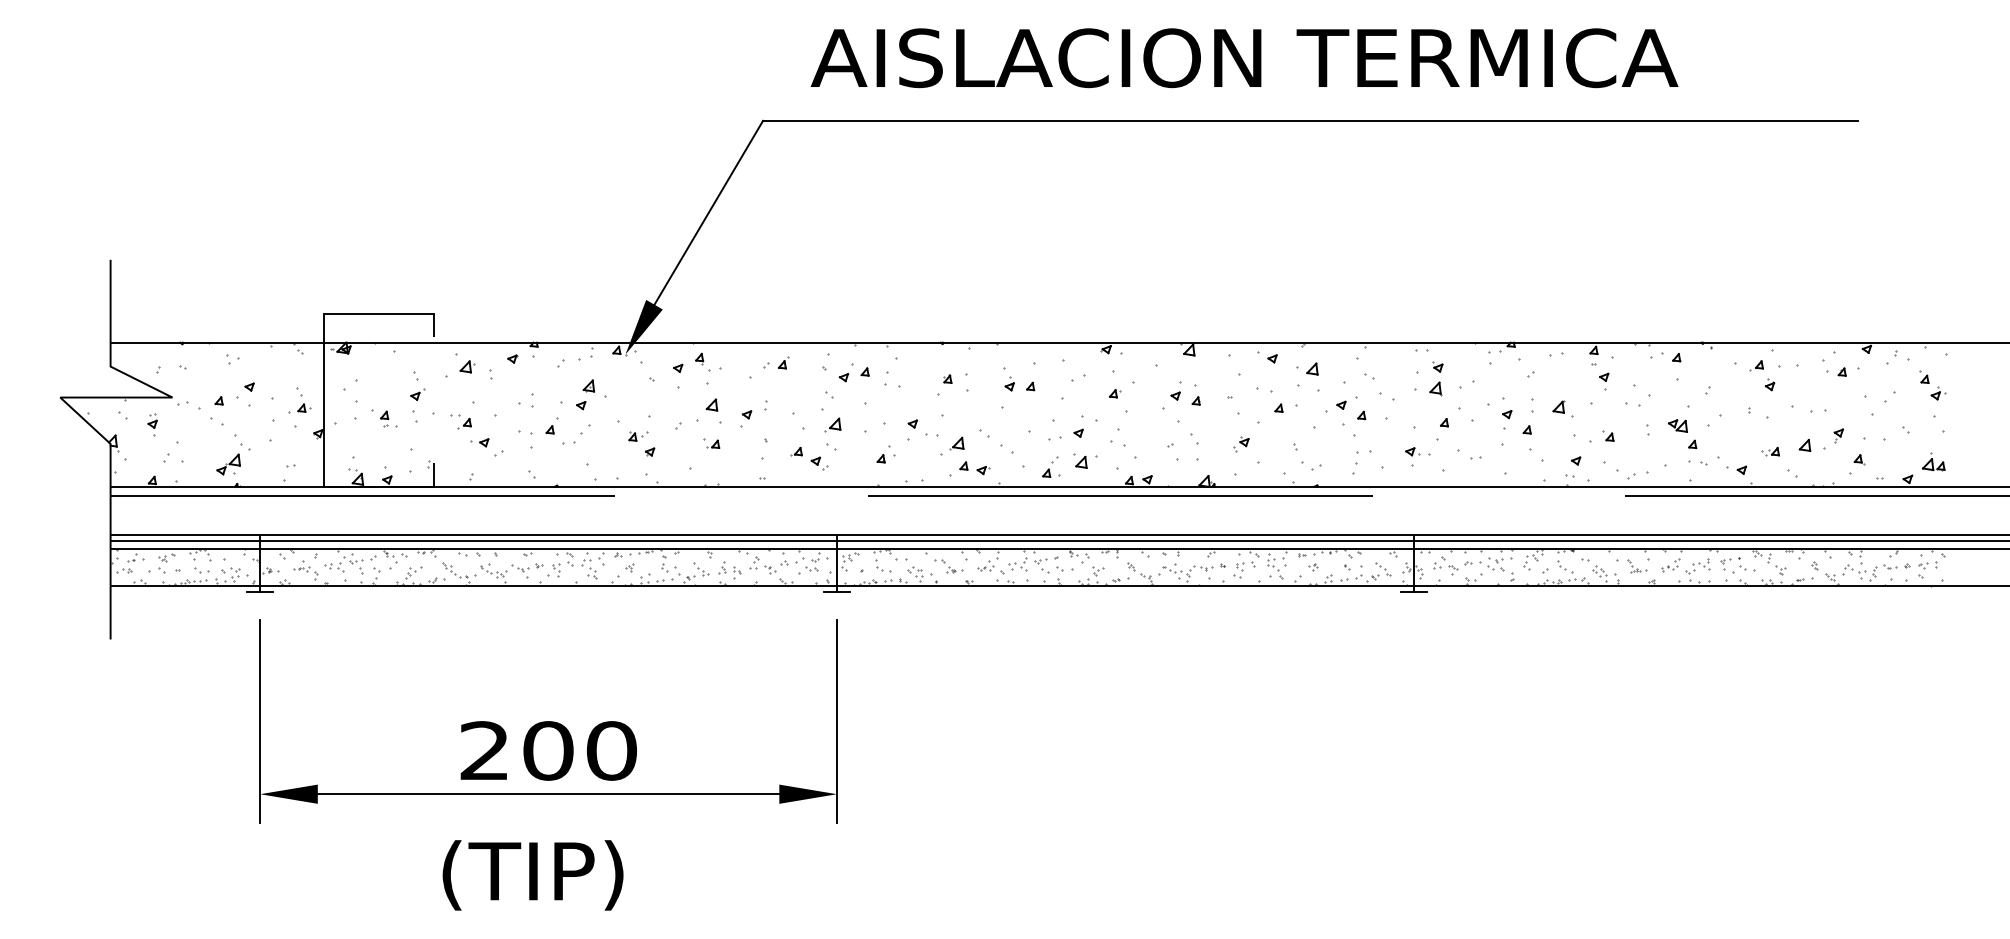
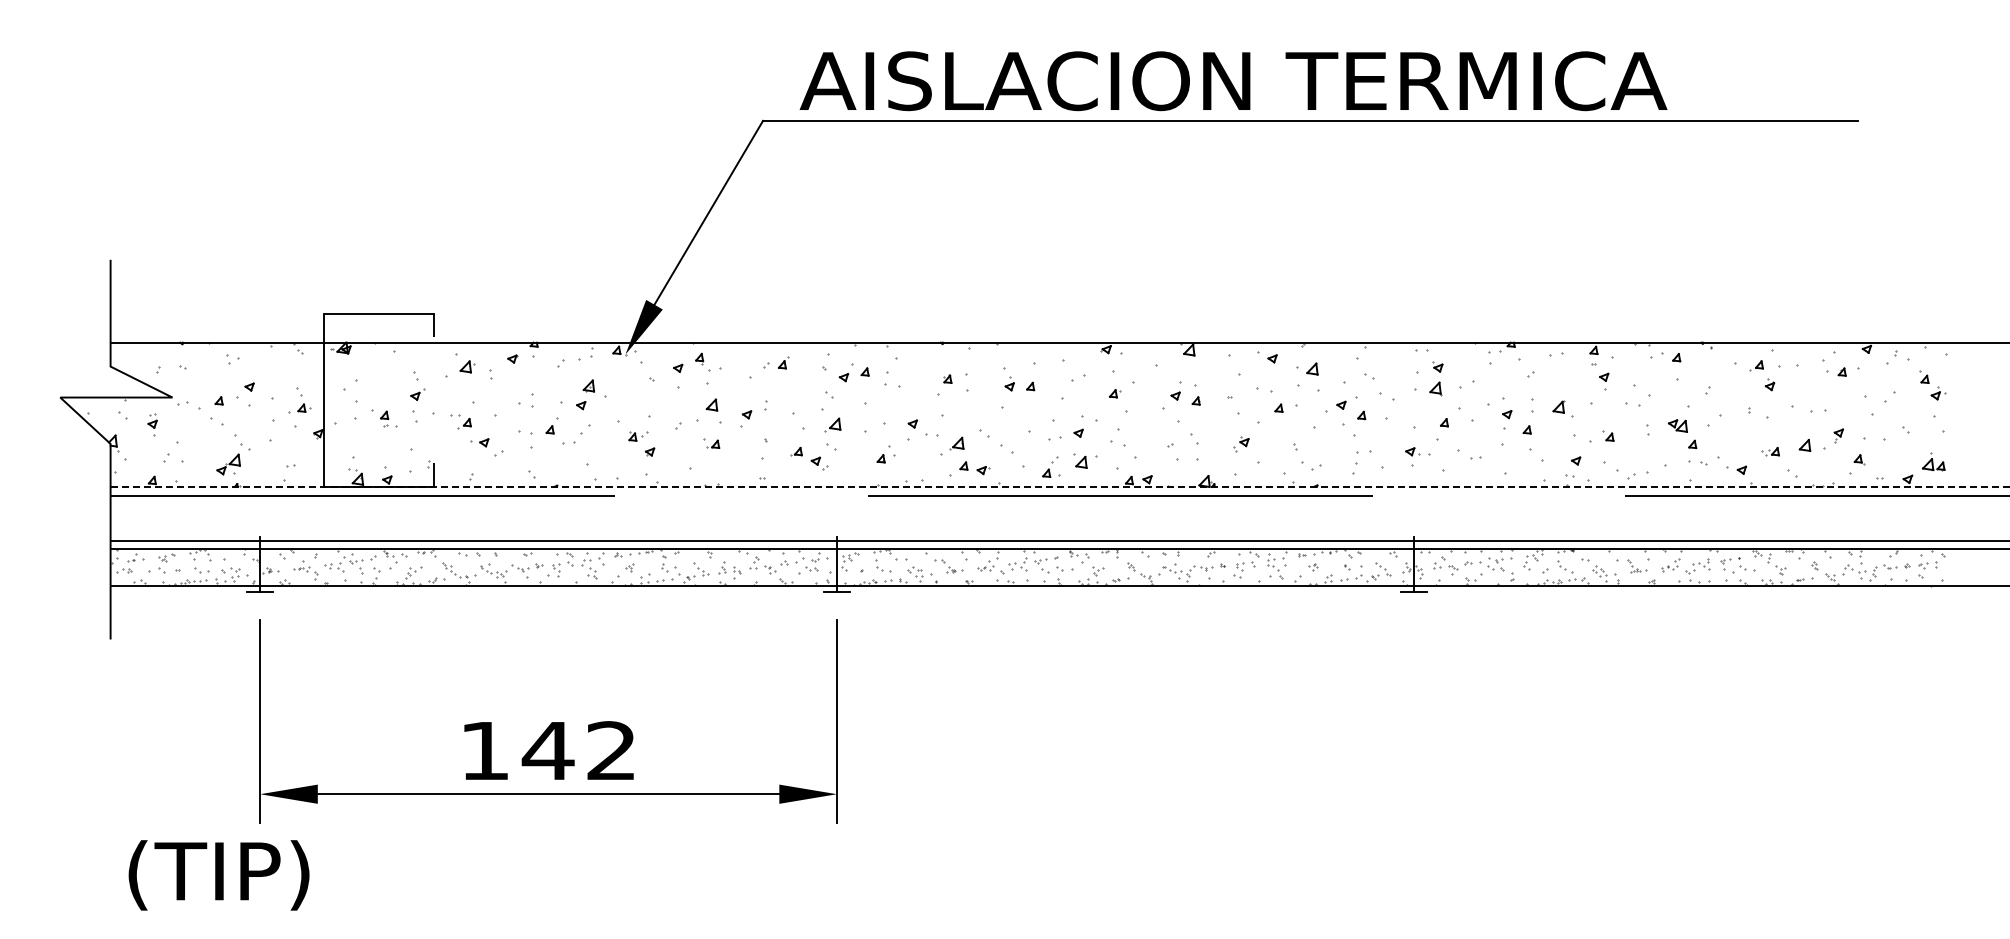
text at (1244, 58) position: (1244, 58) -> (1233, 81)
line at (1060, 486): solid -> dashed
line at (1058, 534): present -> none
text at (548, 750): 200 -> 142
text at (532, 875) position: (532, 875) -> (218, 875)
